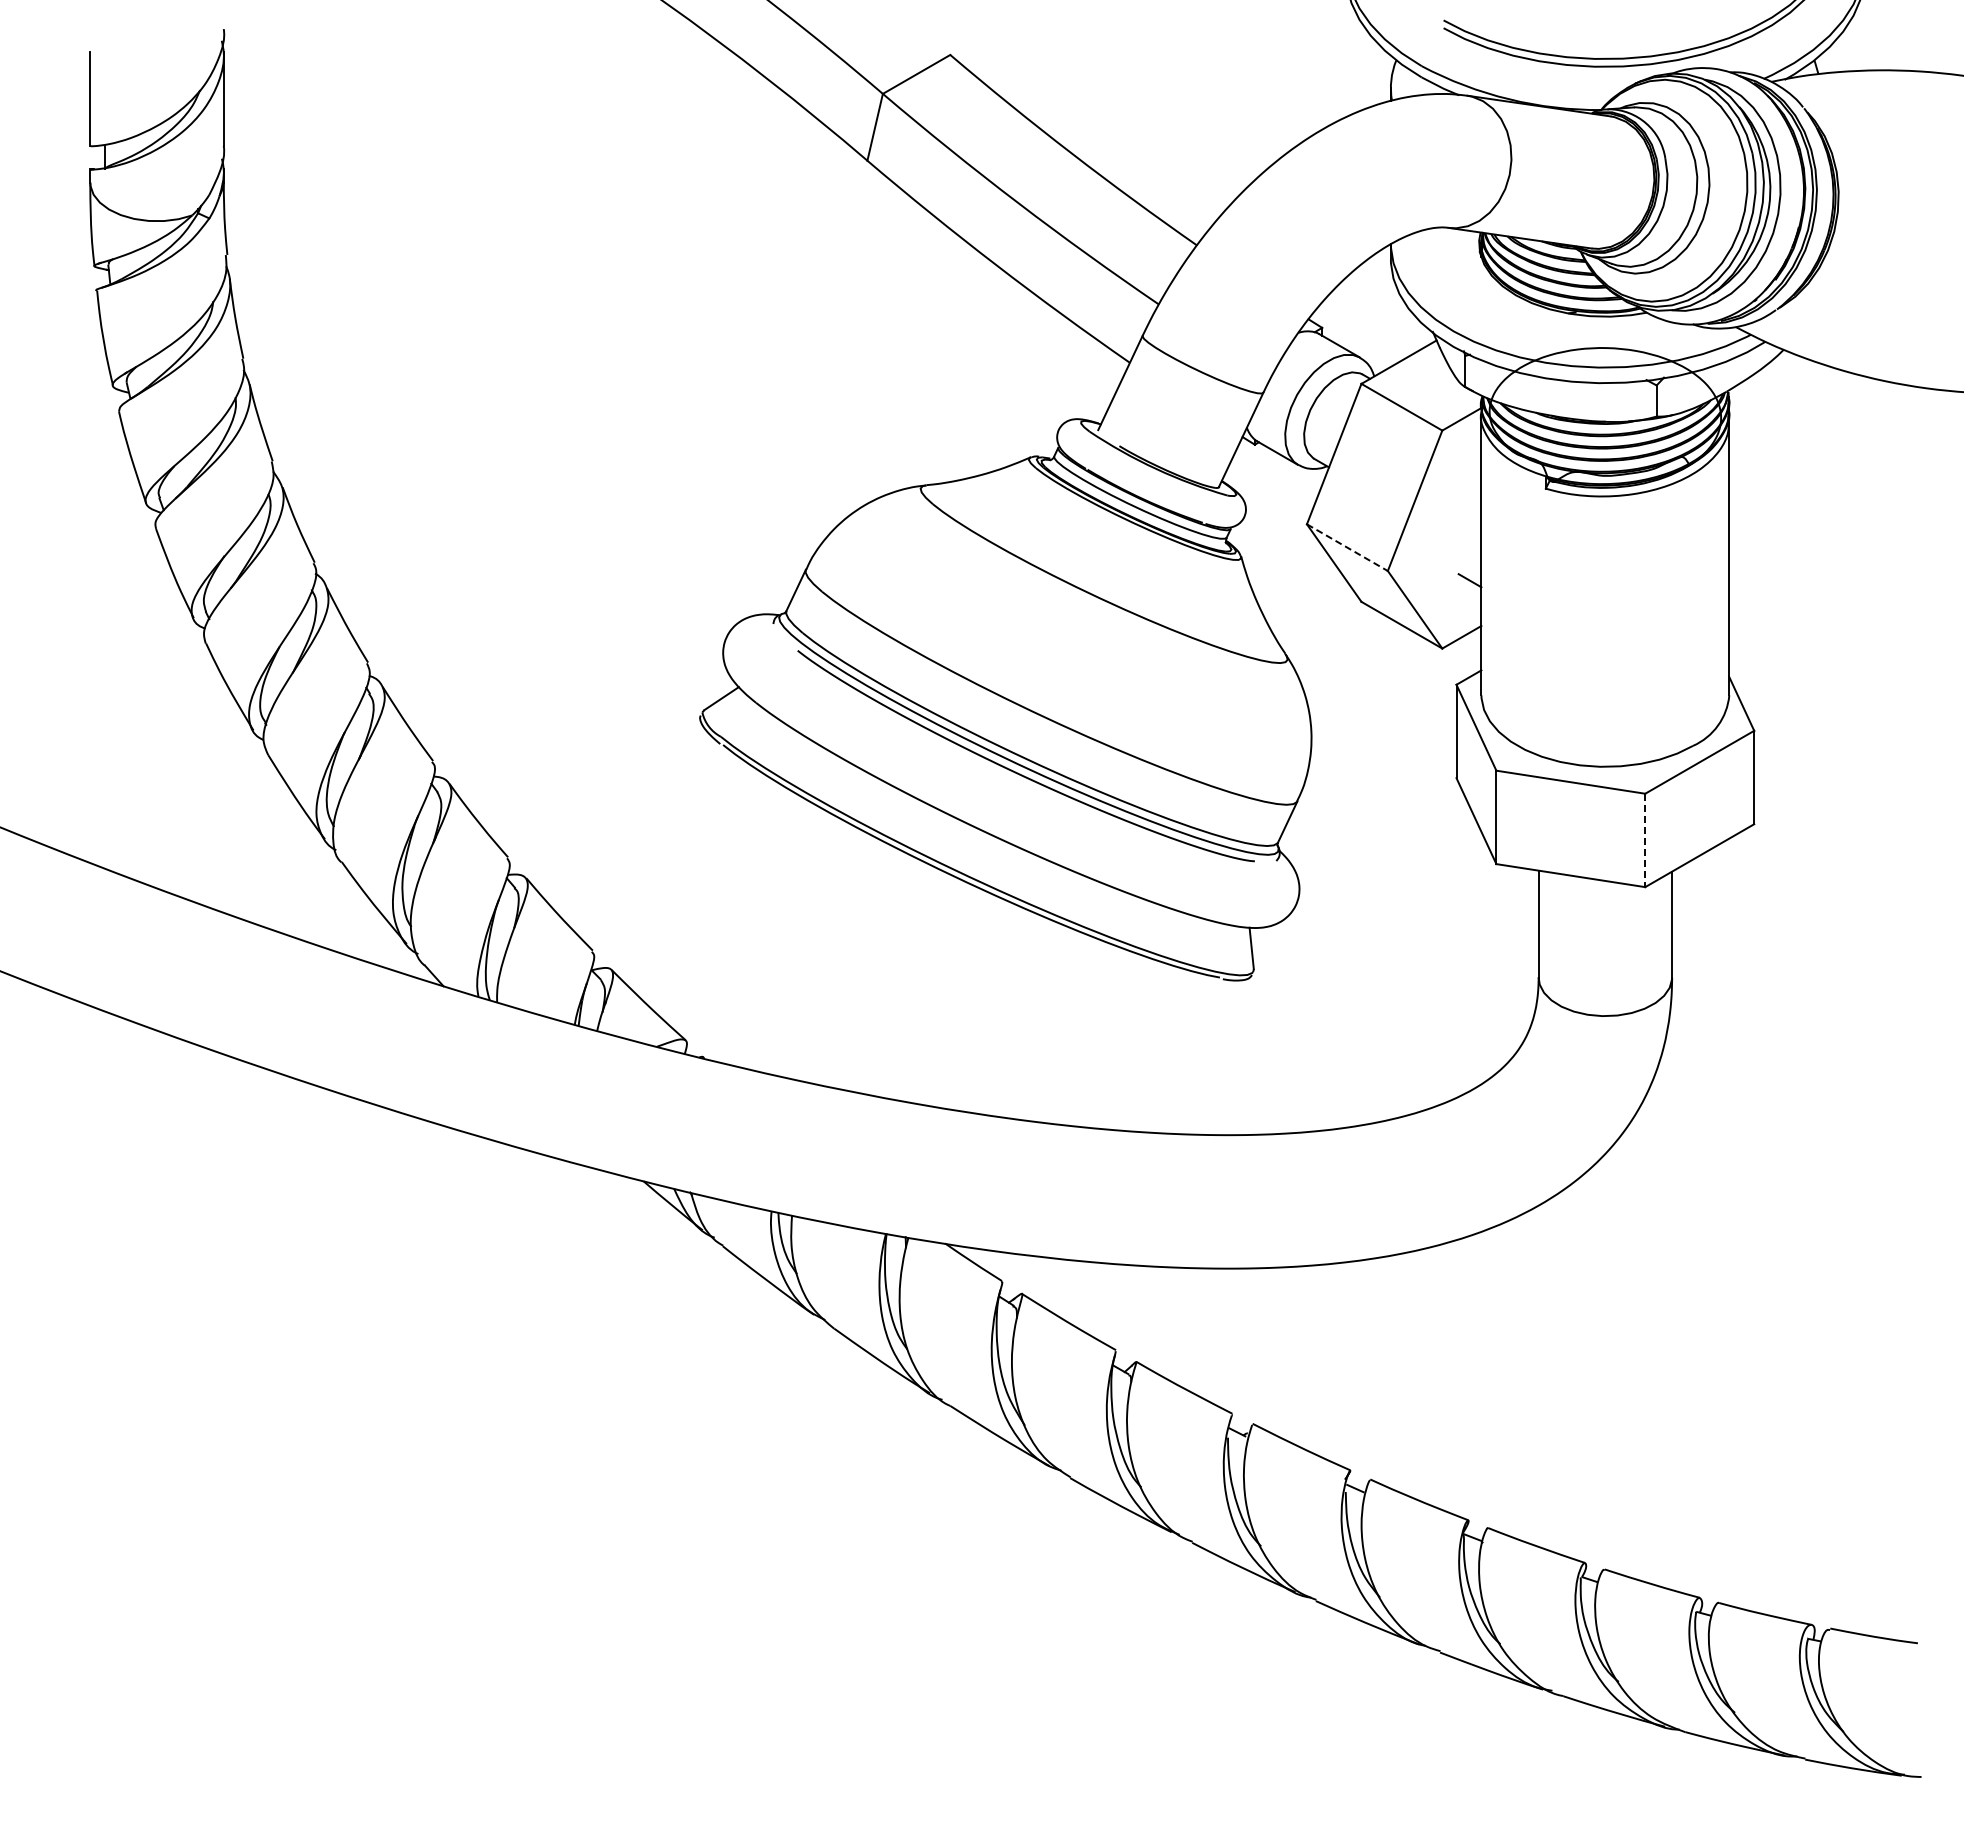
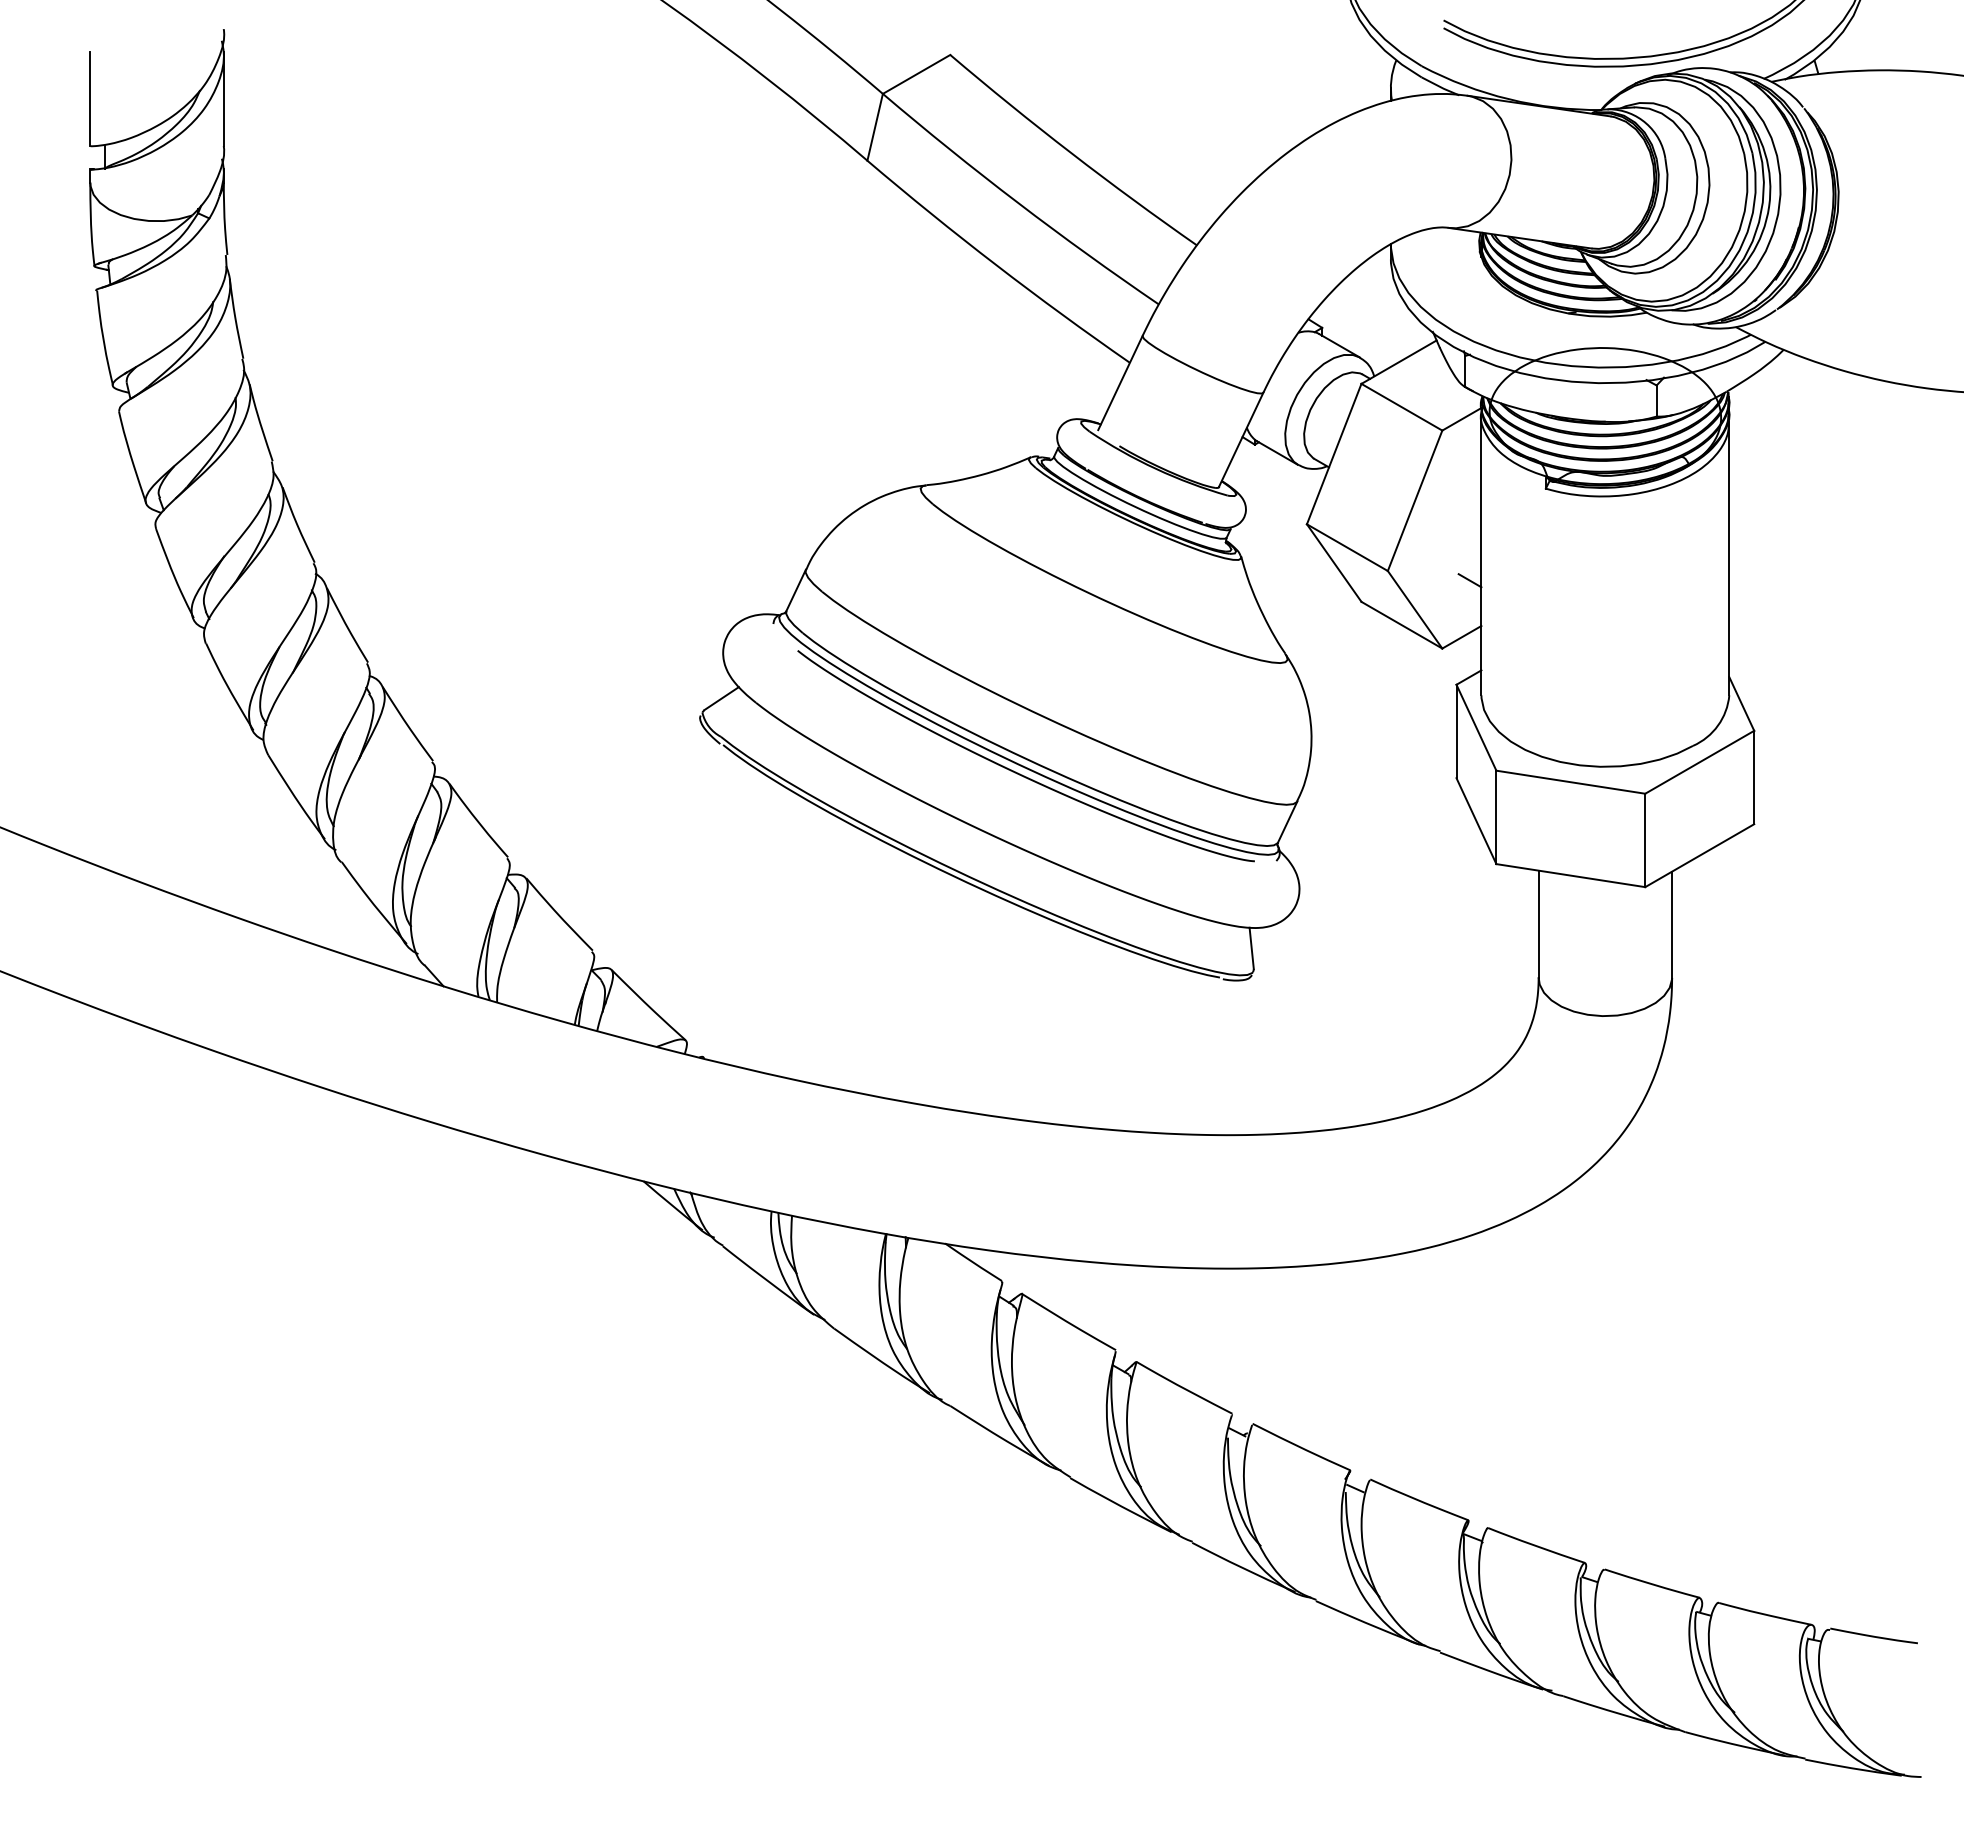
line at (1347, 547): dashed -> solid
line at (1645, 840): dashed -> solid
